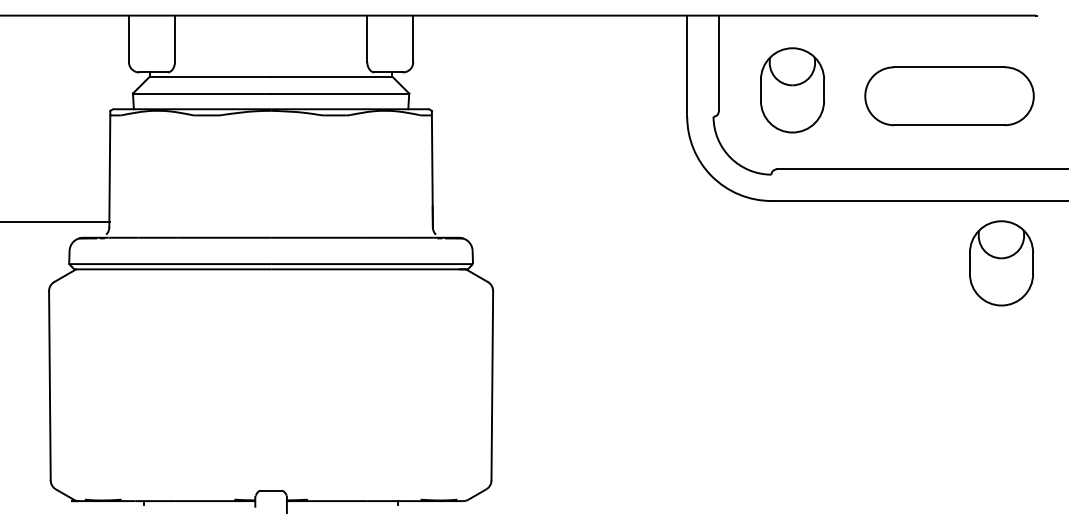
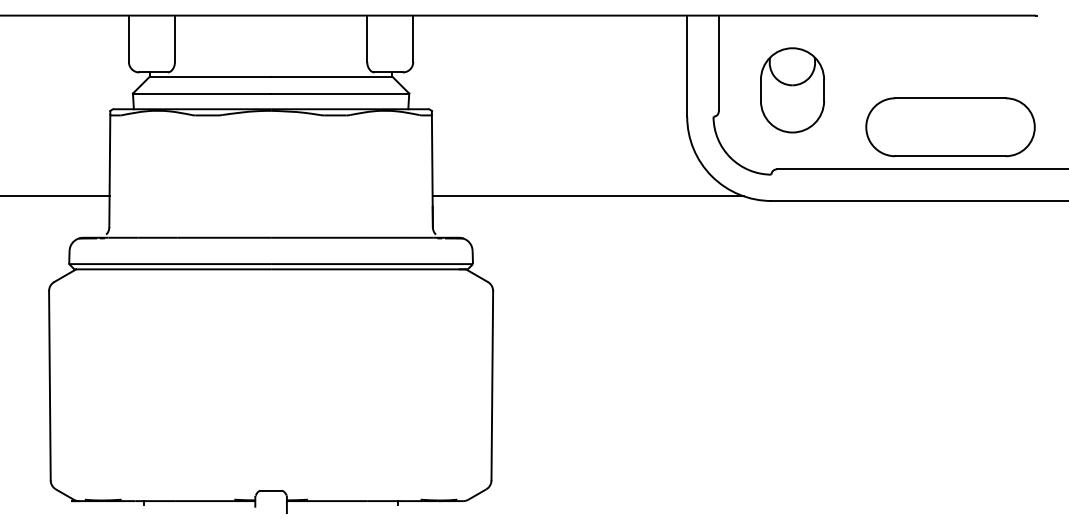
part at (949, 96) position: (949, 96) -> (950, 127)
line at (587, 196): none -> present
line at (55, 222) position: (55, 222) -> (55, 196)
part at (1001, 263): present -> none
